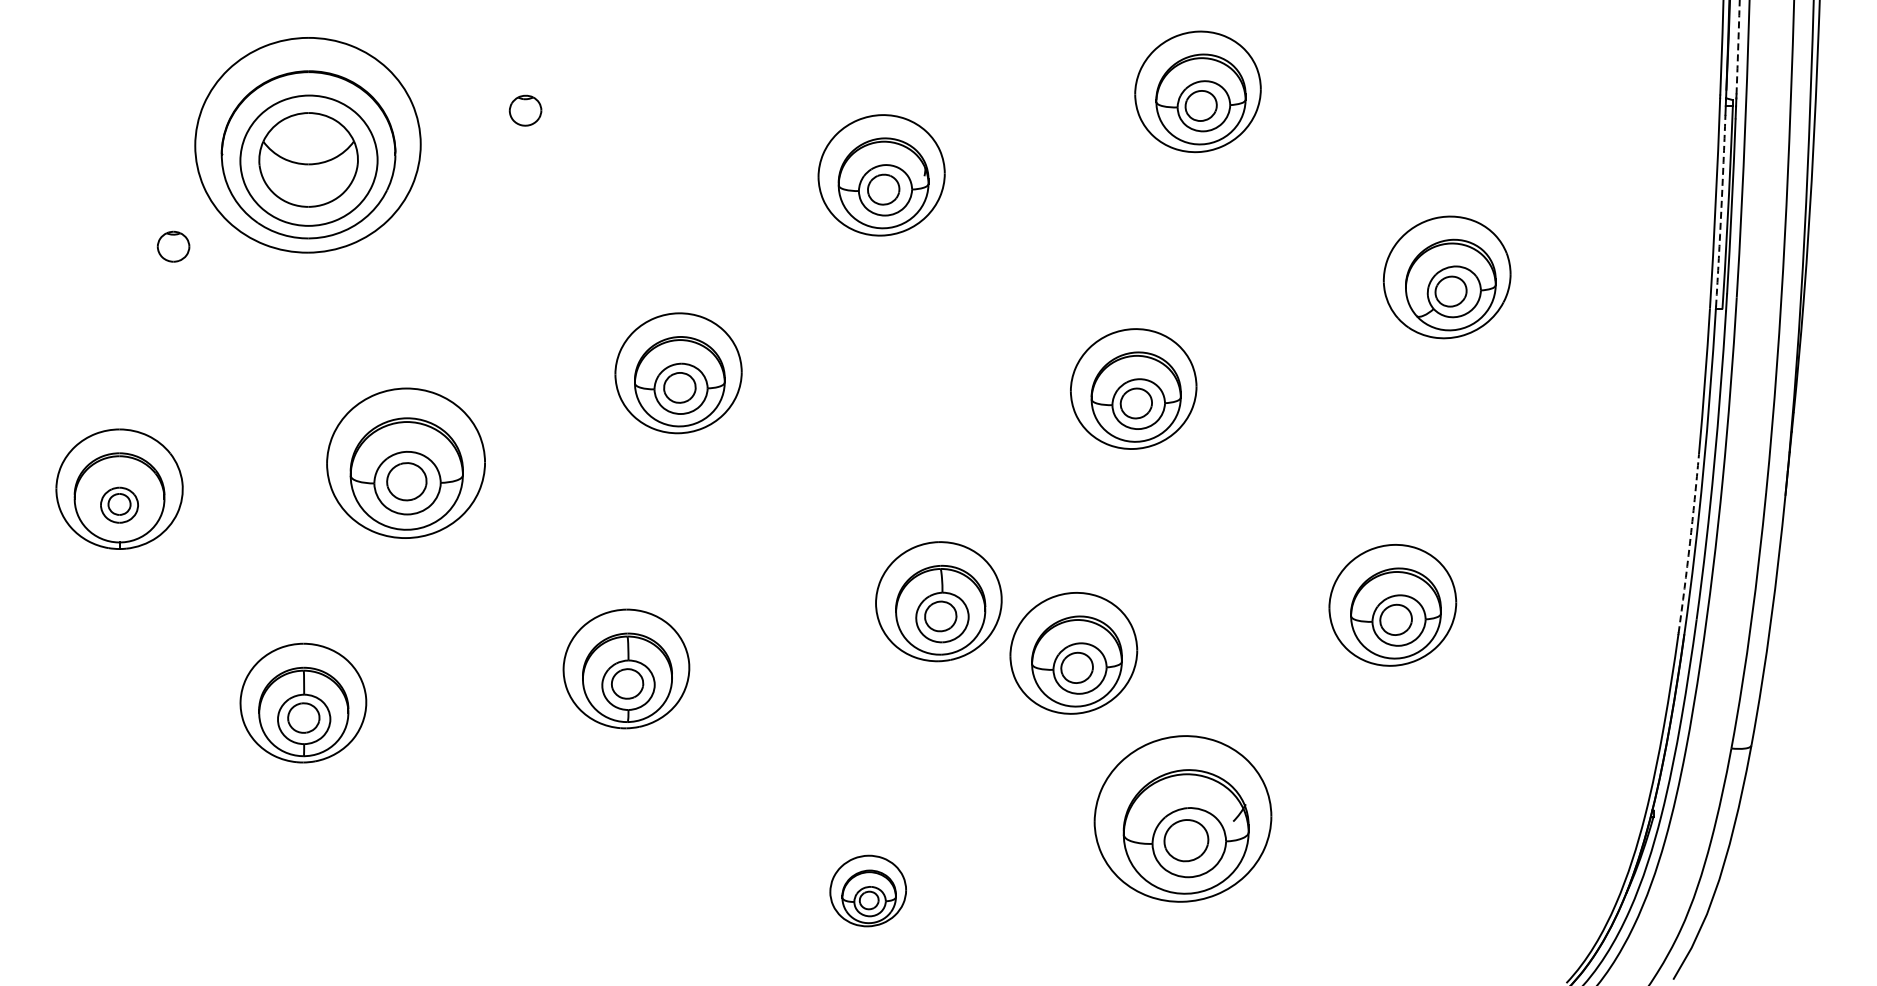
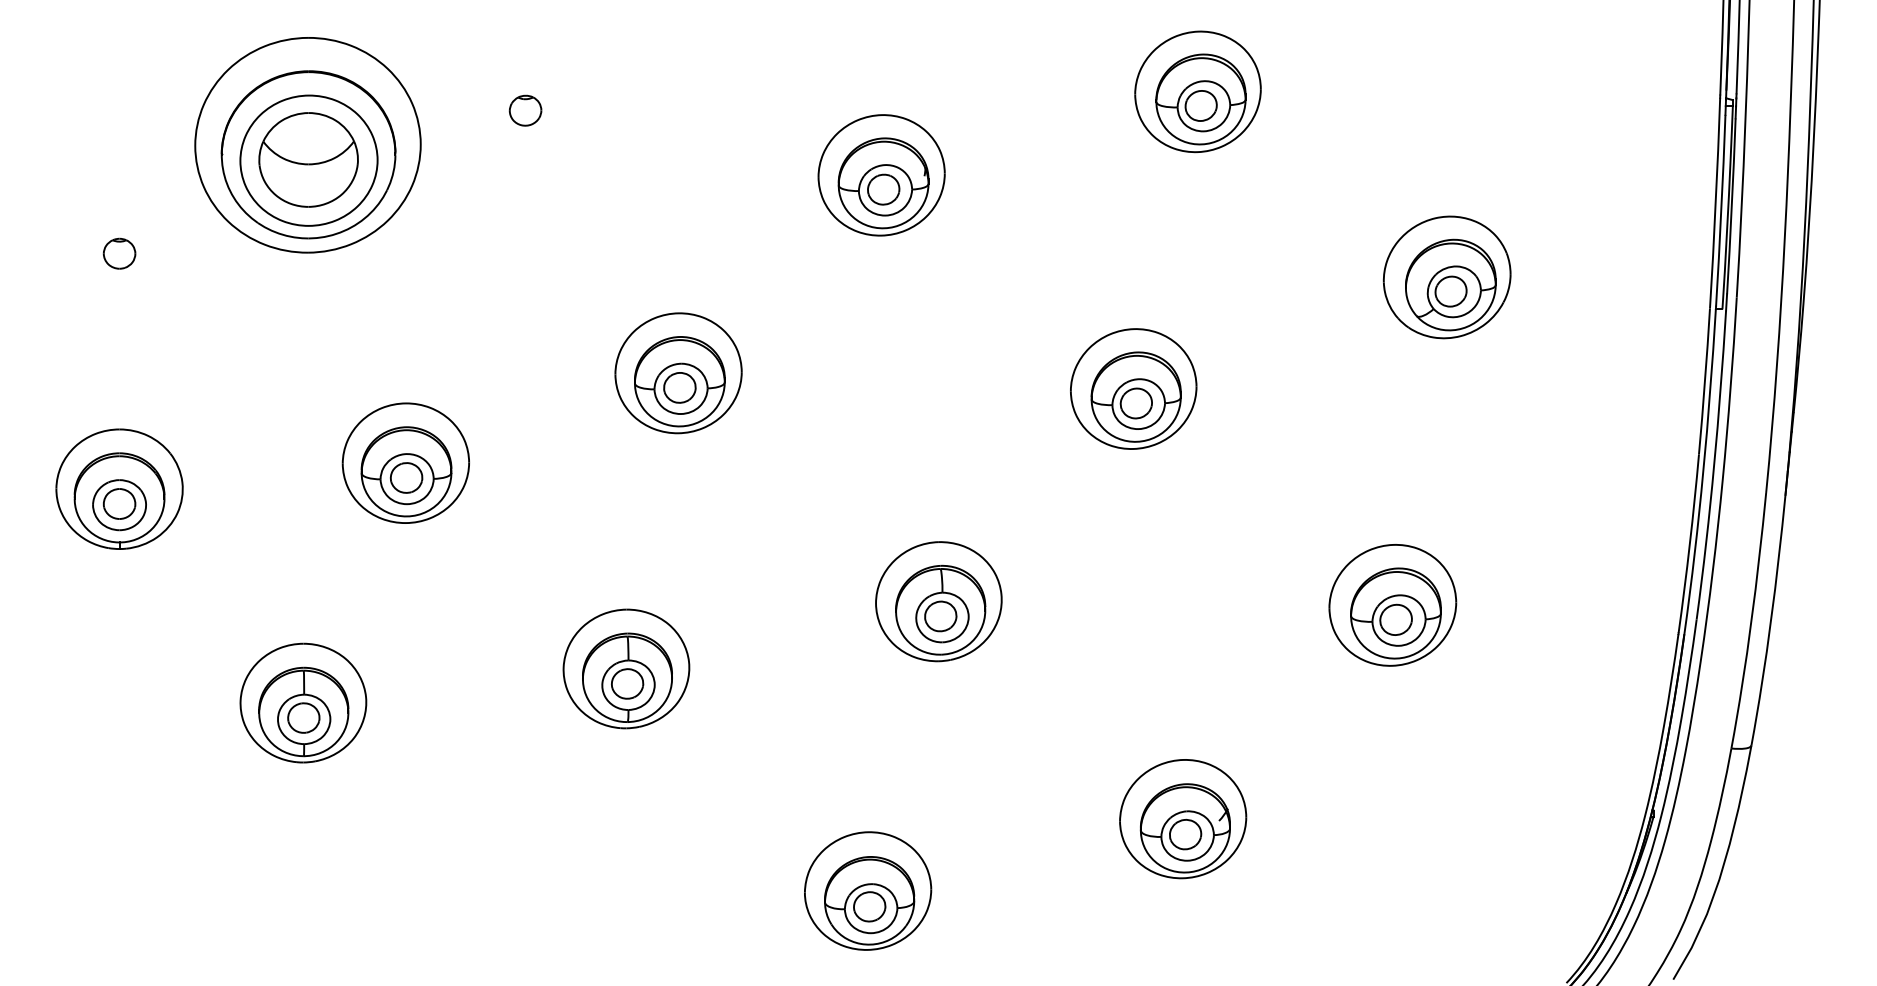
arc at (1738, 47): dashed -> solid
arc at (1721, 210): dashed -> solid
part at (173, 246) position: (173, 246) -> (119, 253)
part at (405, 462) size: 160x152 px -> 129x122 px
part at (119, 504) size: 39x38 px -> 55x53 px
arc at (1689, 543): dashed -> solid
part at (1073, 653): present -> none
part at (1182, 818) size: 180x168 px -> 129x121 px
part at (867, 890) size: 78x74 px -> 129x120 px
